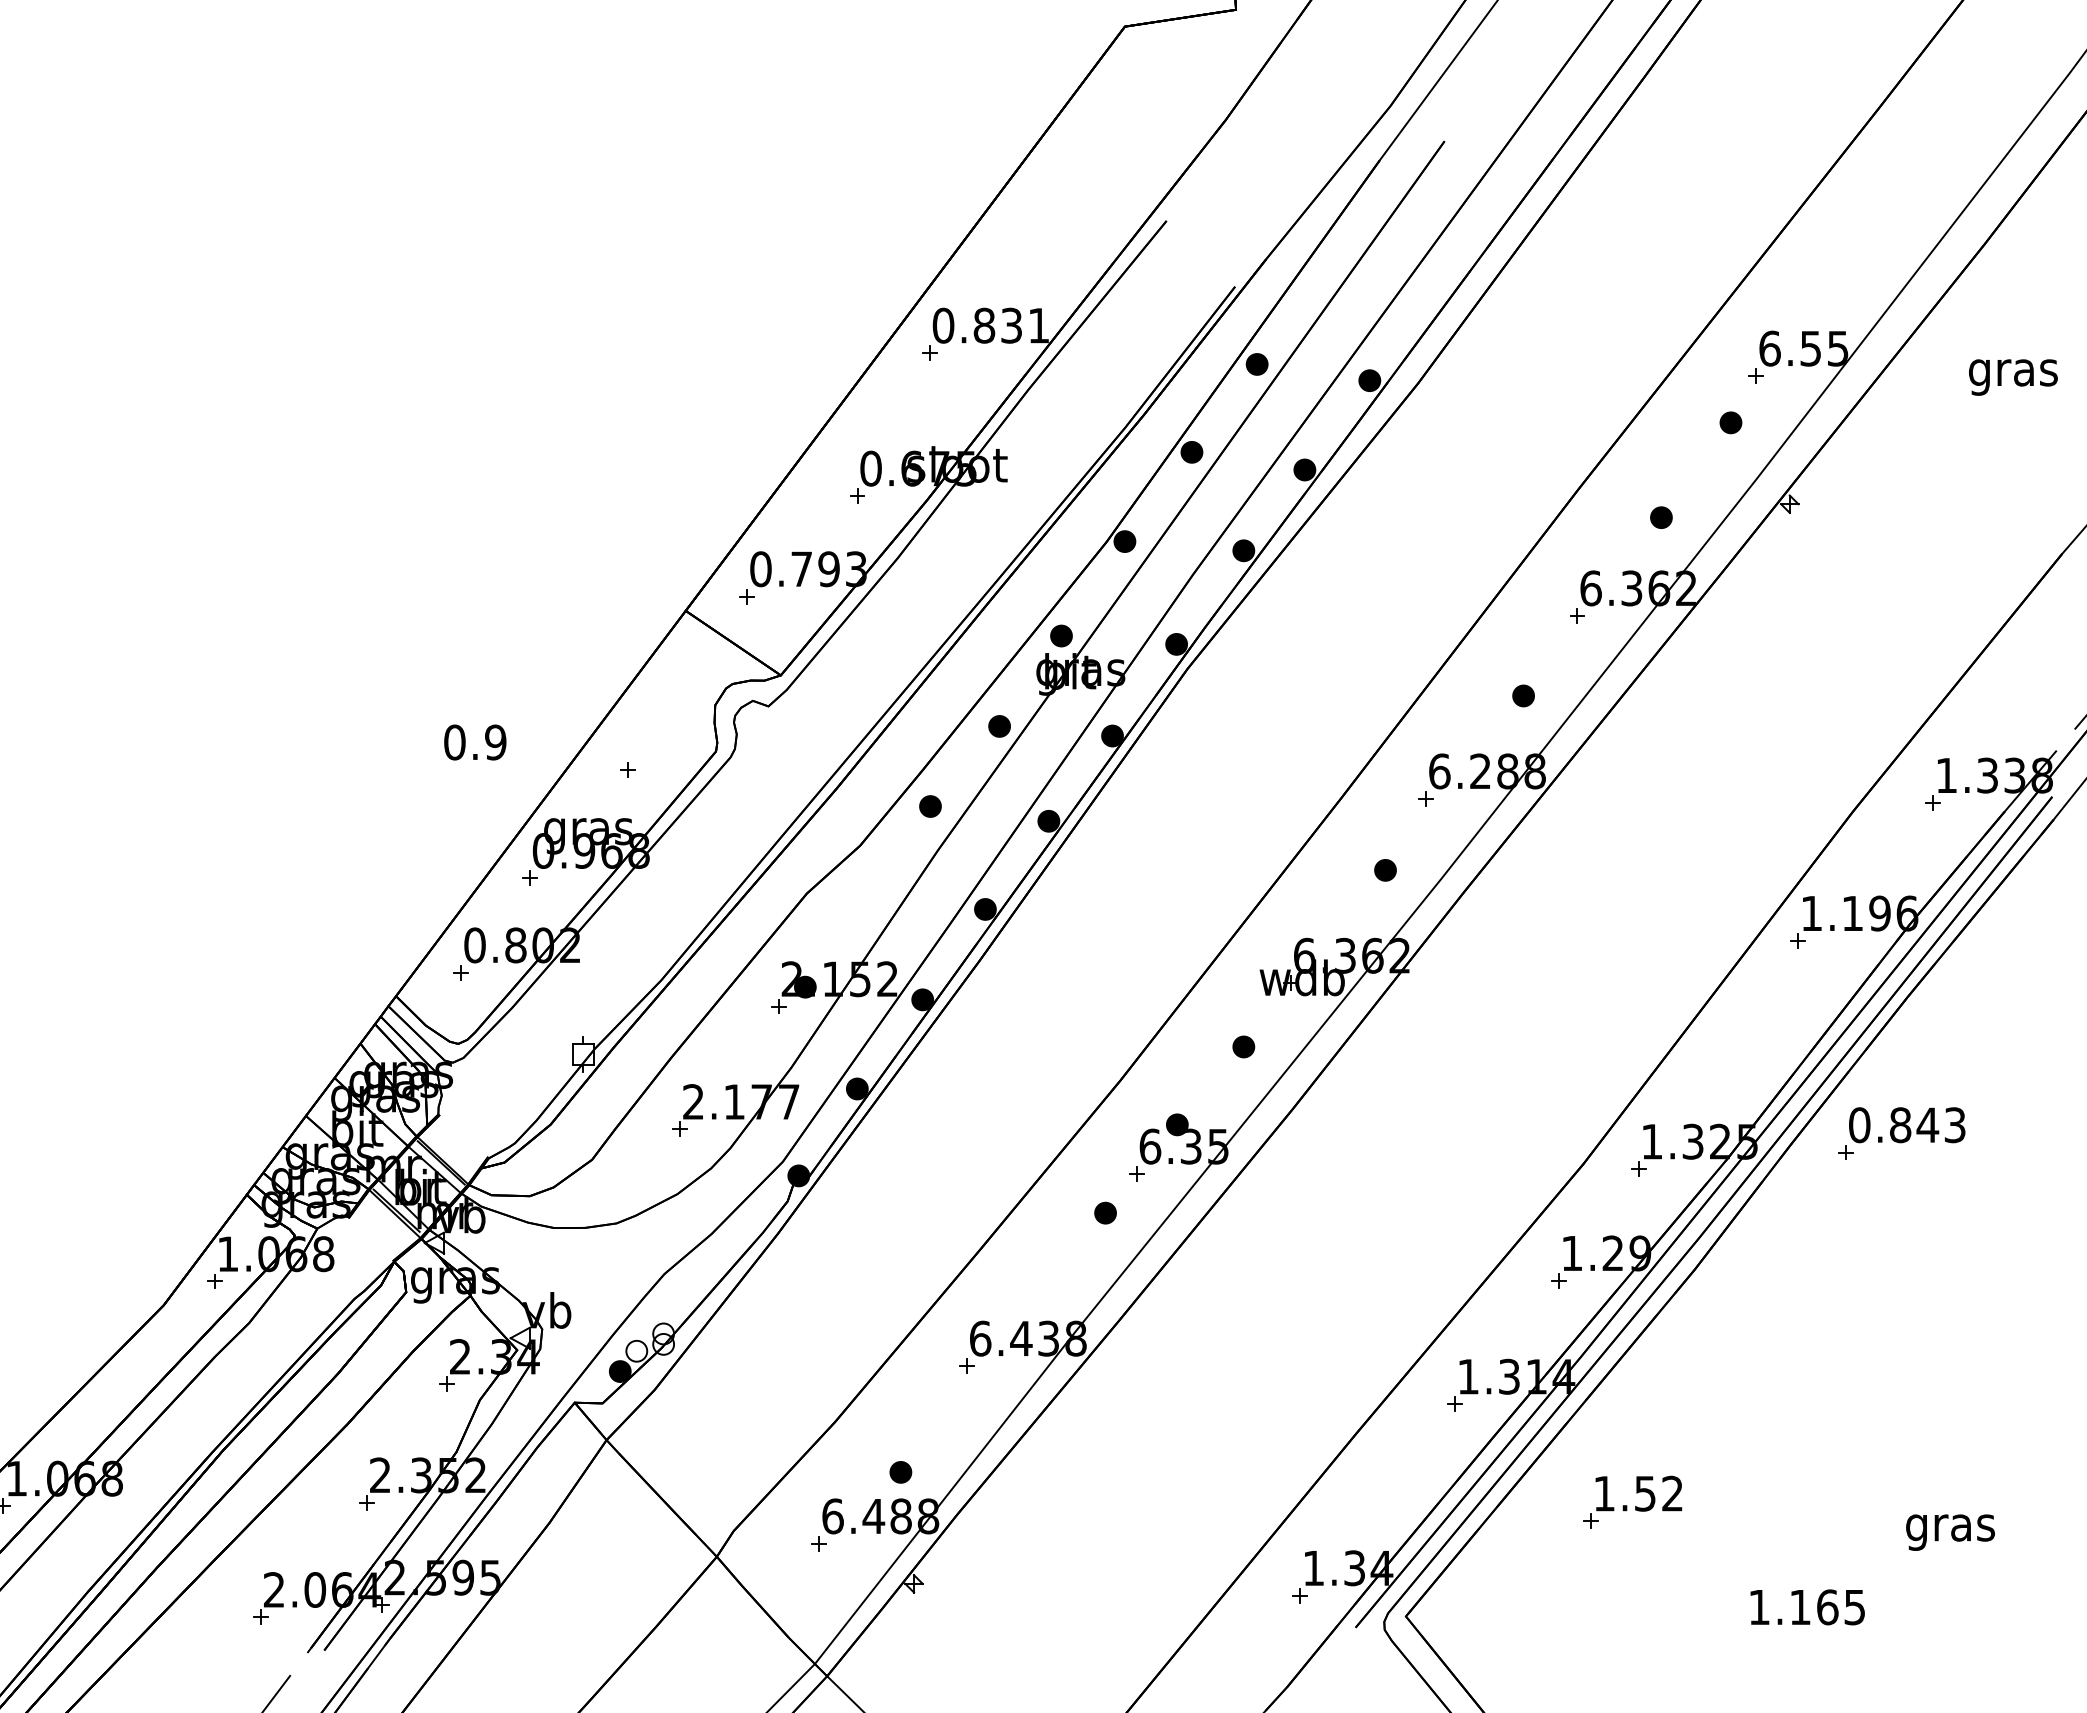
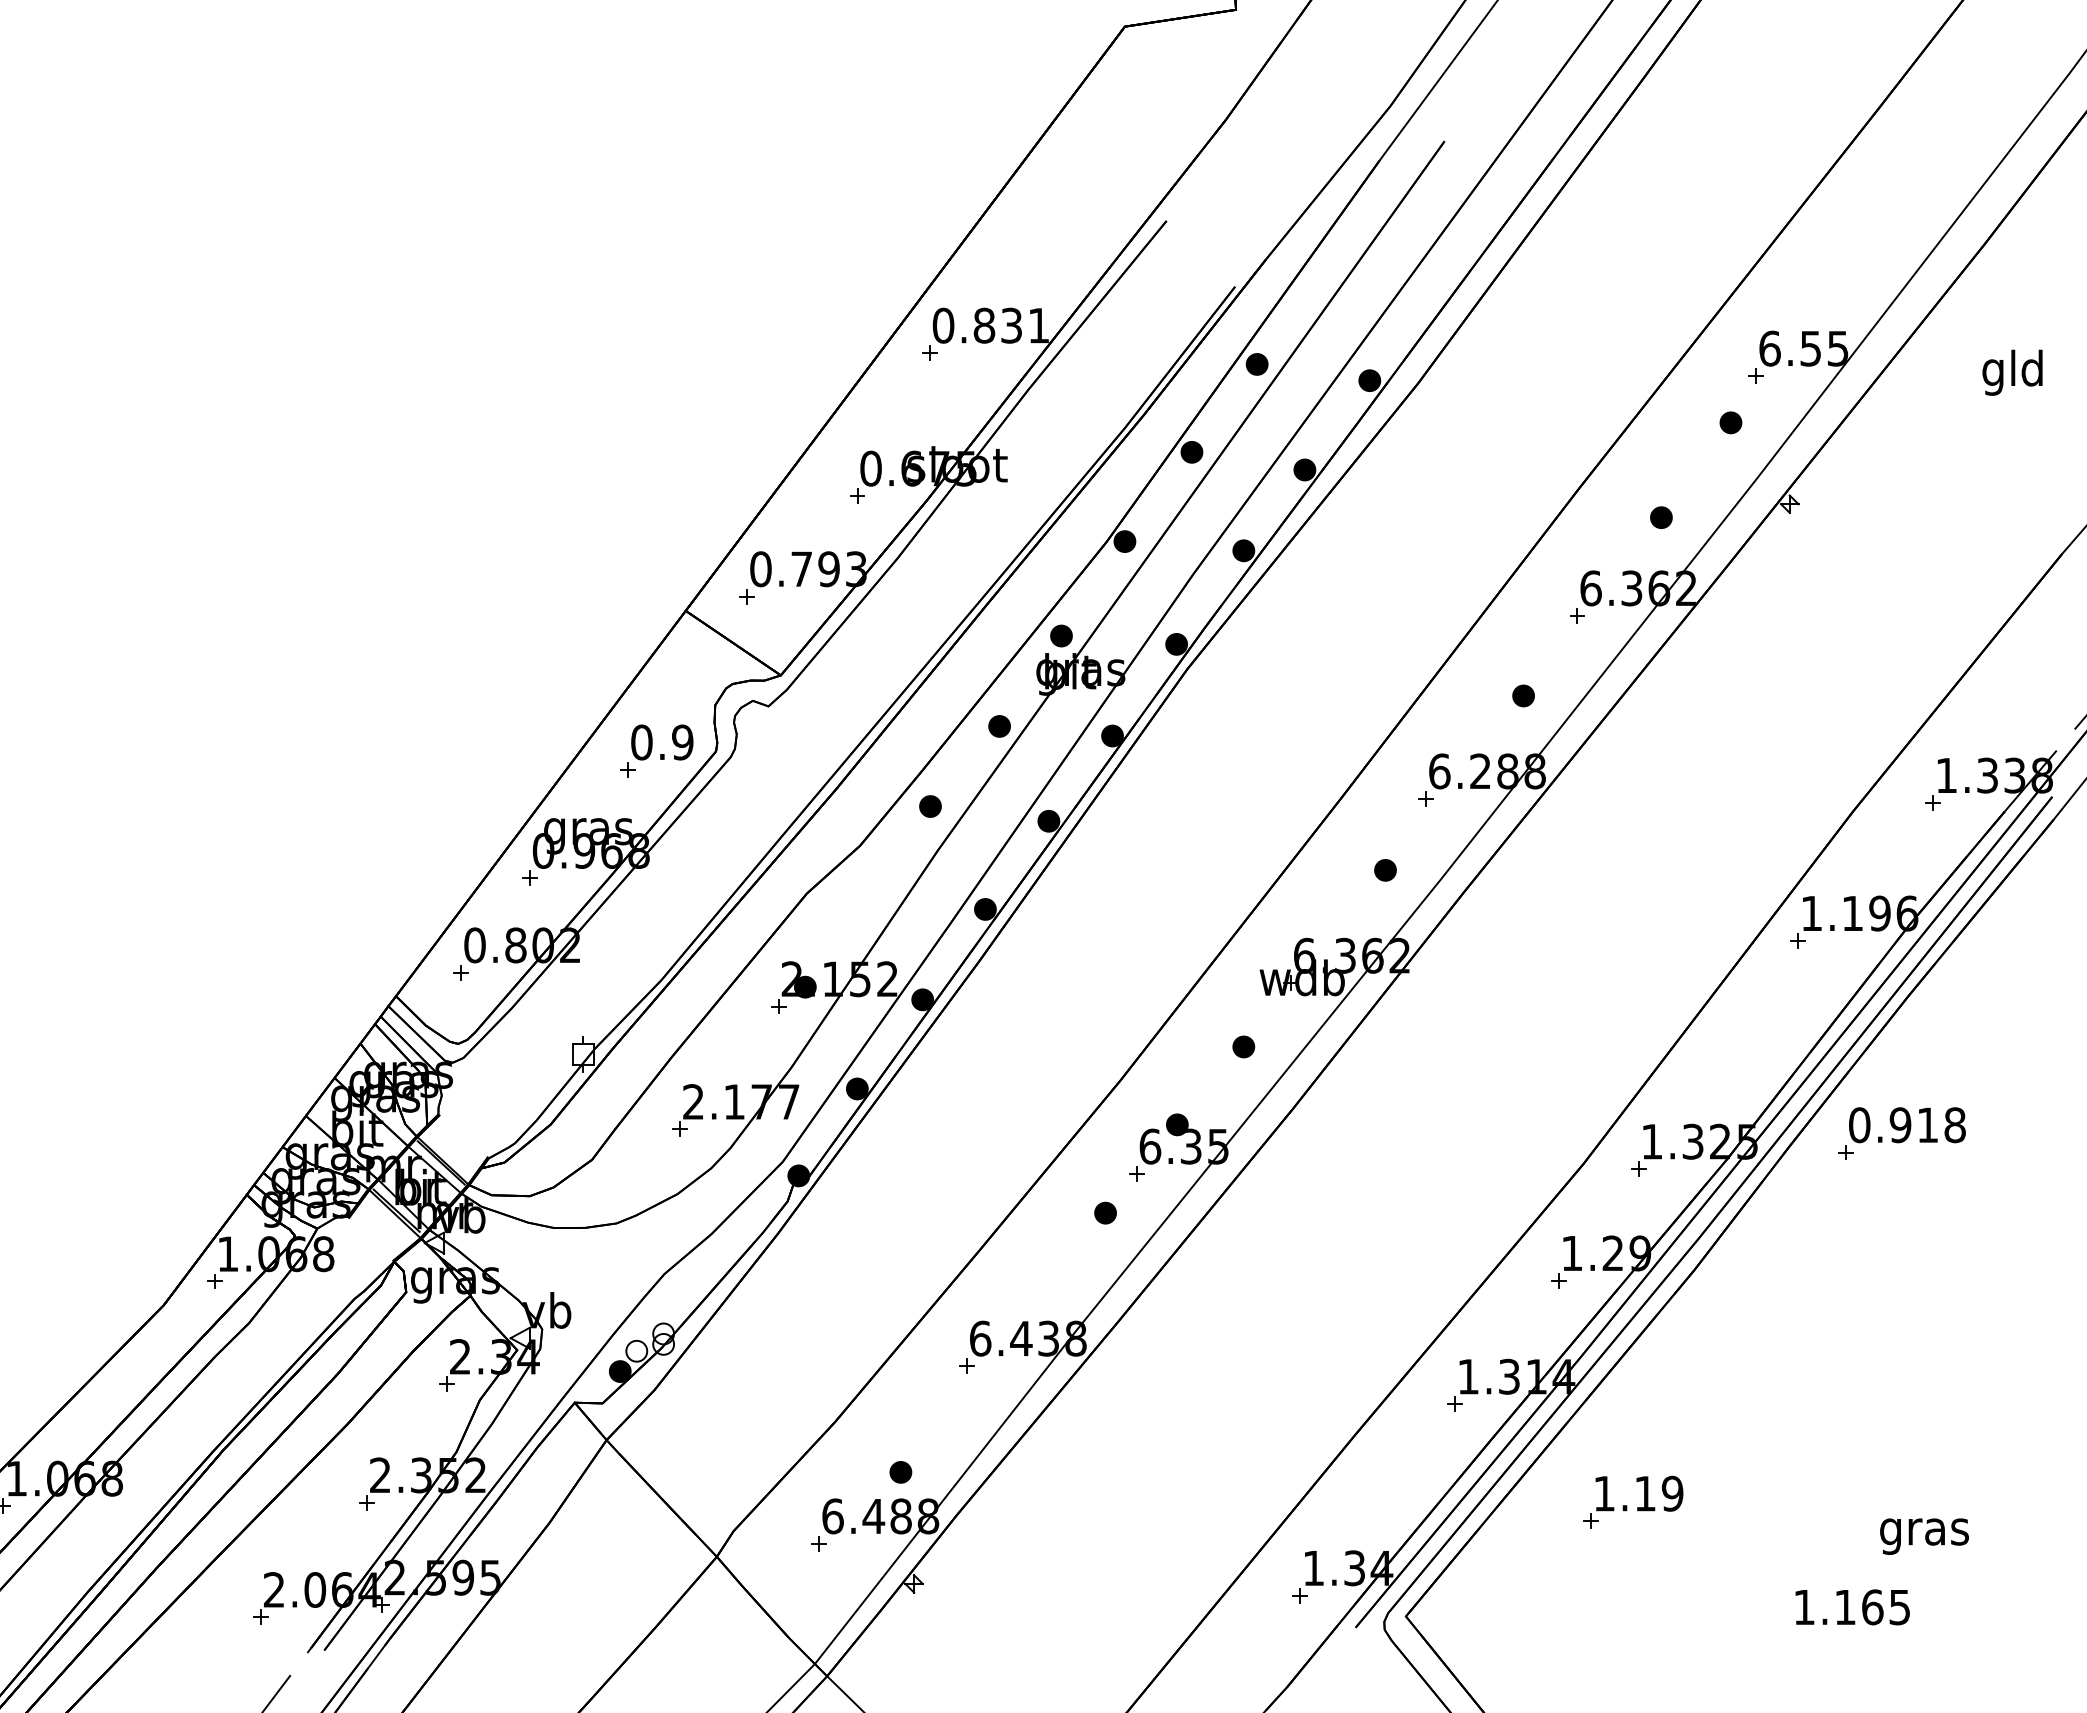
text at (2013, 372): gras -> gld
text at (475, 742) position: (475, 742) -> (662, 742)
text at (1927, 1125): 0.843 -> 0.918
text at (1659, 1493): 1.52 -> 1.19
text at (1950, 1532) position: (1950, 1532) -> (1924, 1536)
text at (1807, 1607) position: (1807, 1607) -> (1852, 1607)
